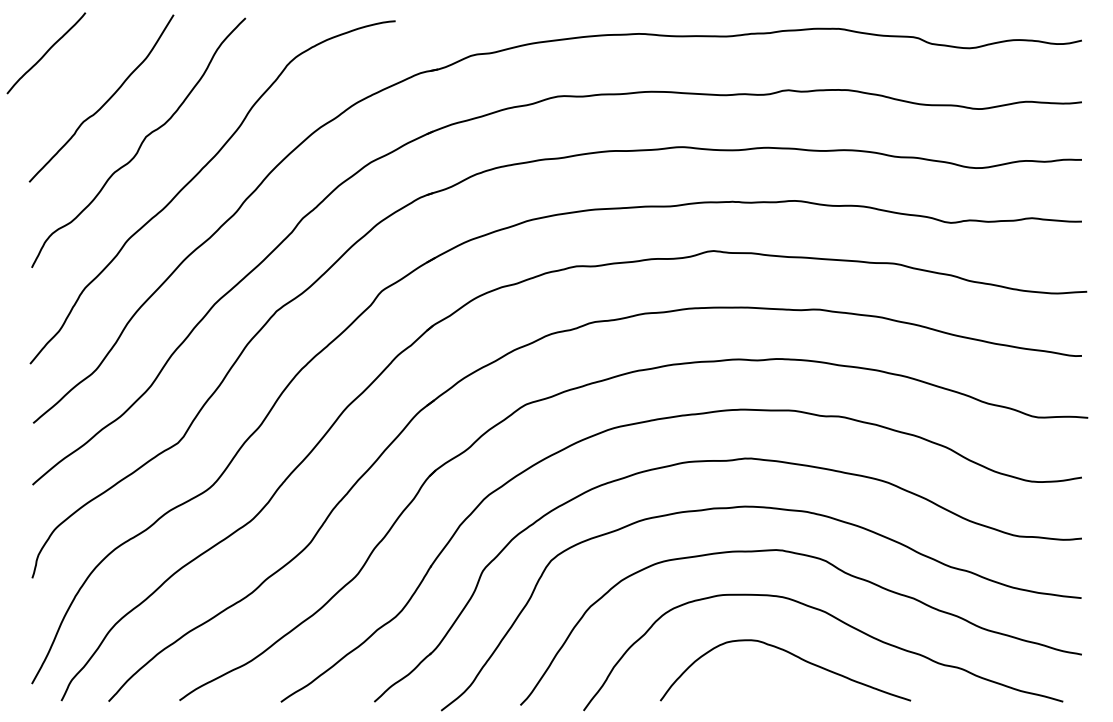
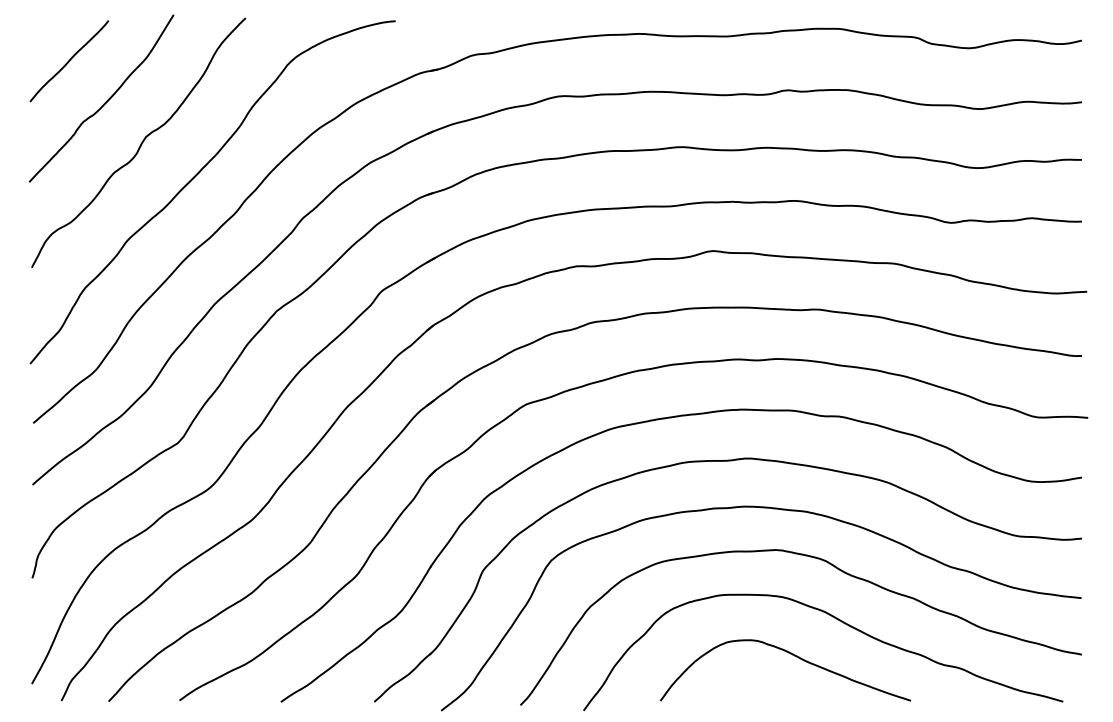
line at (46, 53) position: (46, 53) -> (69, 61)
